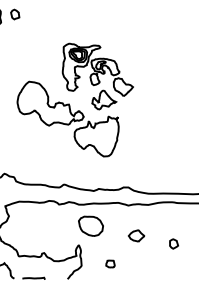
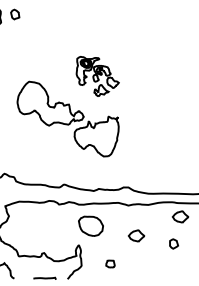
part at (97, 76) size: 73x69 px -> 45x41 px
part at (180, 216): none -> present
line at (33, 277) position: (33, 277) -> (44, 277)
